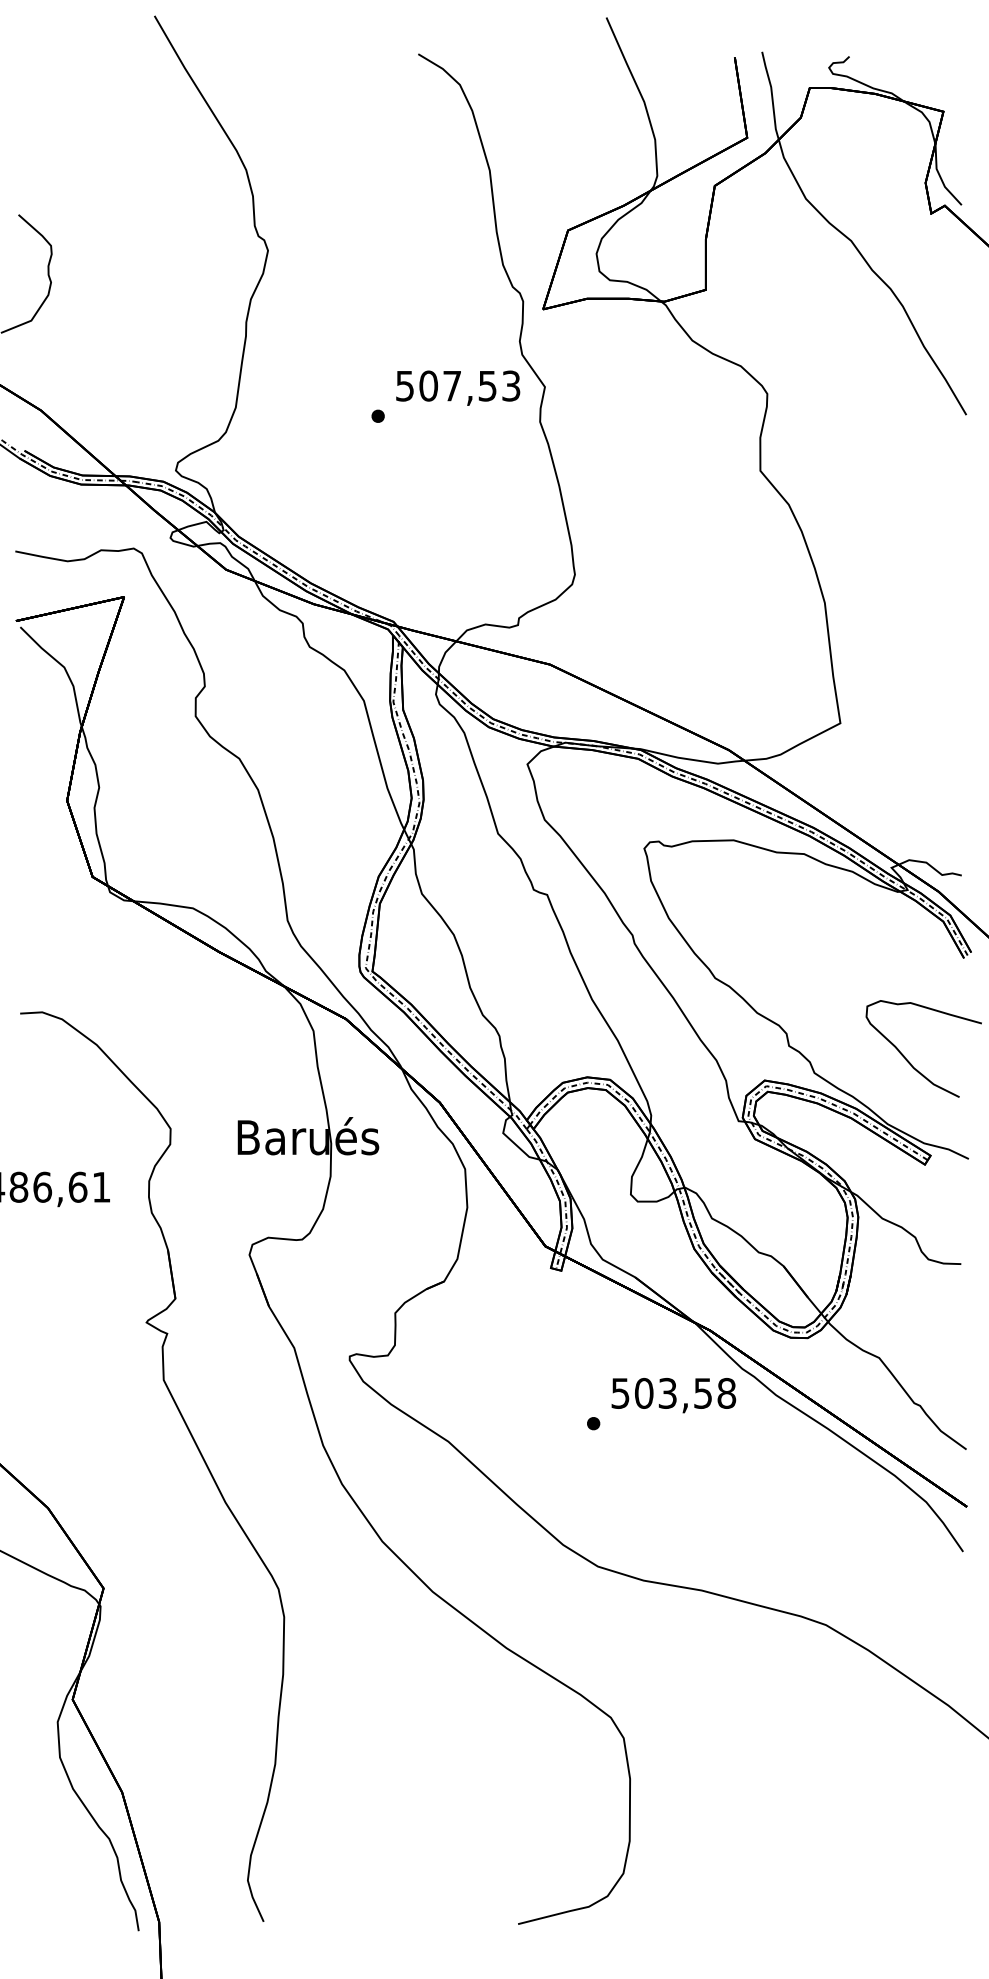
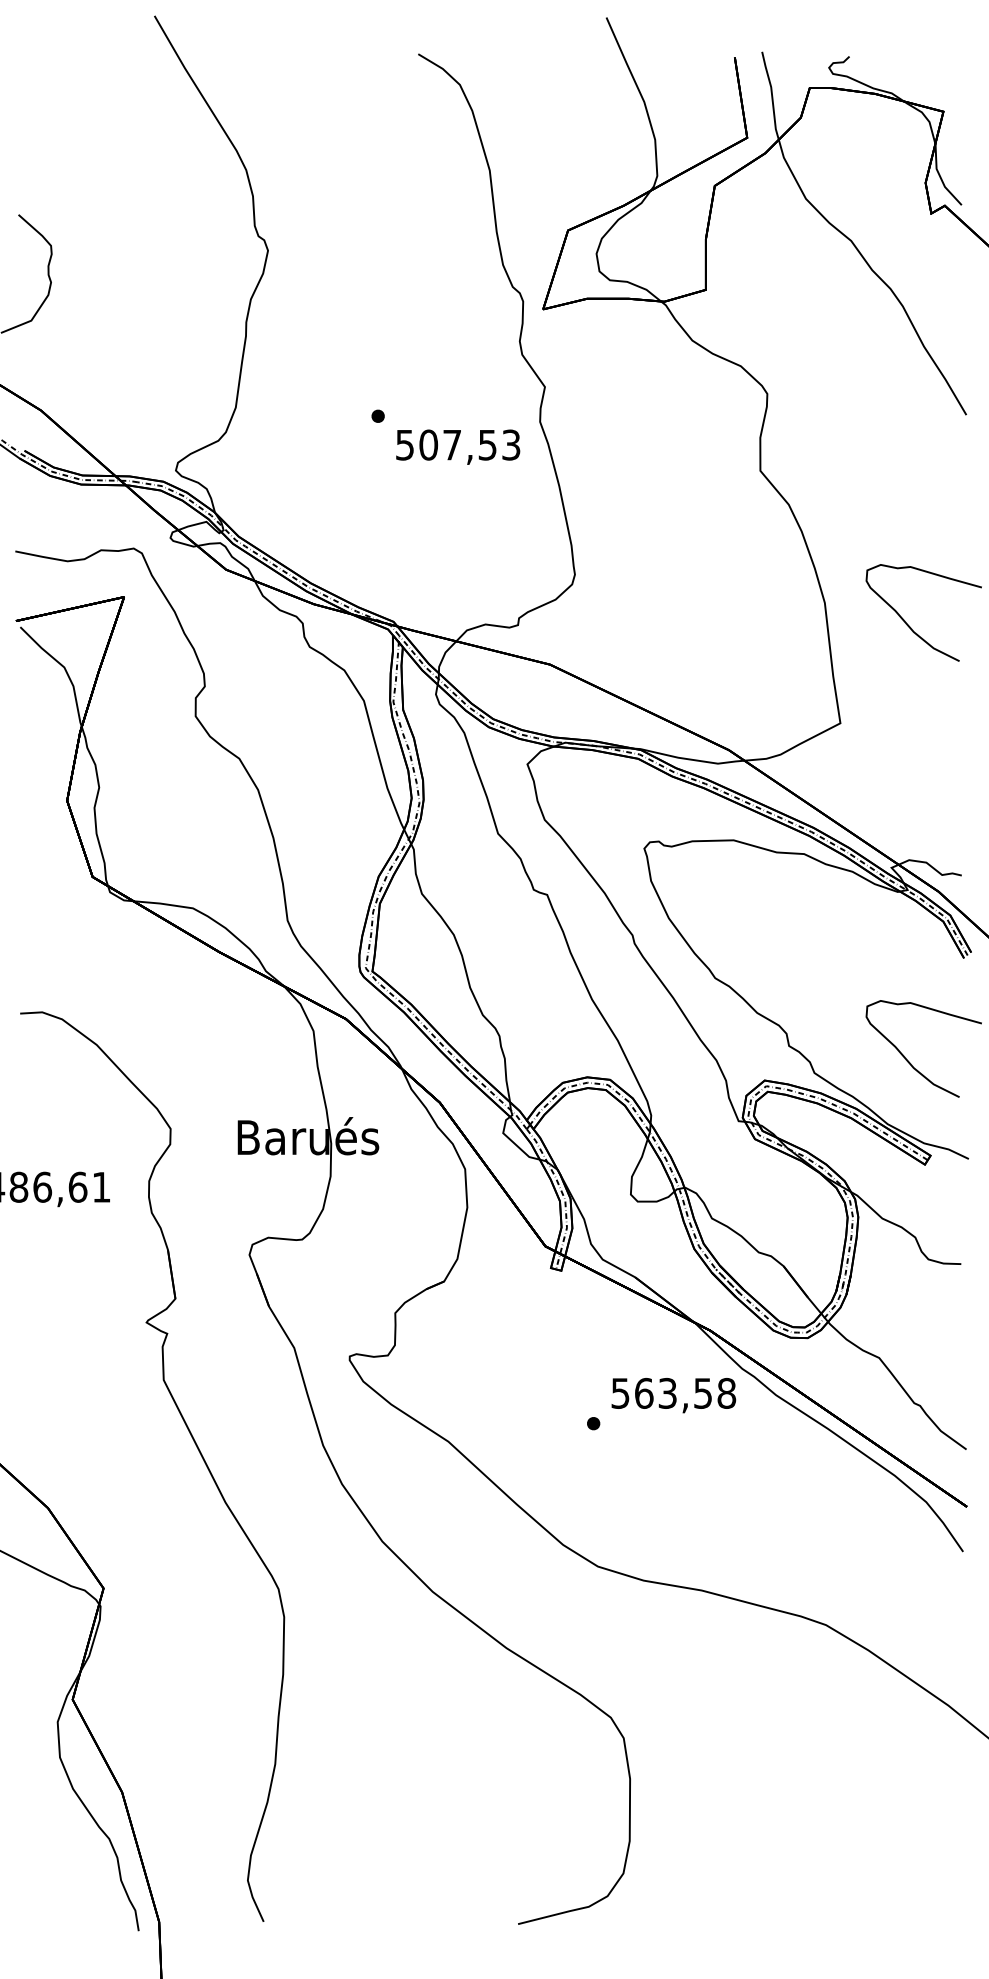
text at (458, 387) position: (458, 387) -> (458, 446)
curve at (909, 625): none -> present
text at (644, 1392): 503,58 -> 563,58
